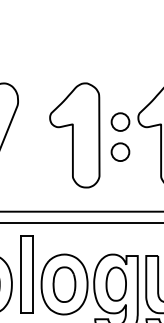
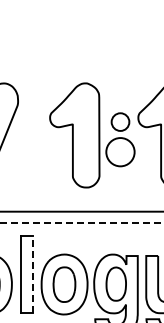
circle at (120, 152) diameter: 18 px -> 28 px
line at (82, 222): solid -> dashed
line at (32, 274): solid -> dashed
